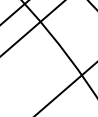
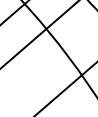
line at (32, 28) position: (32, 28) -> (39, 34)
